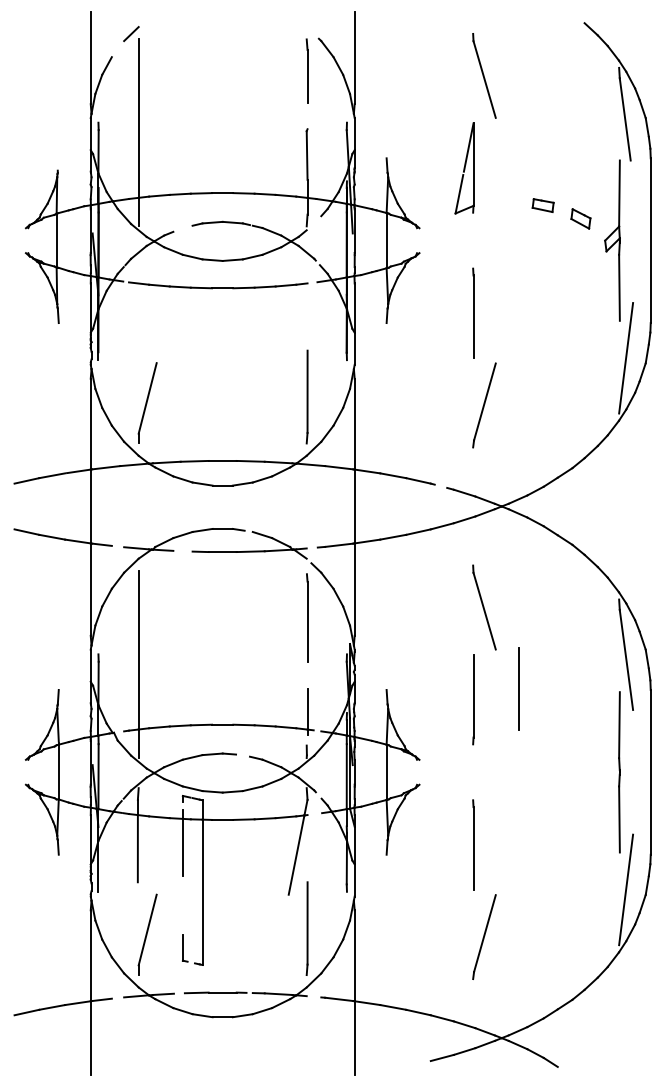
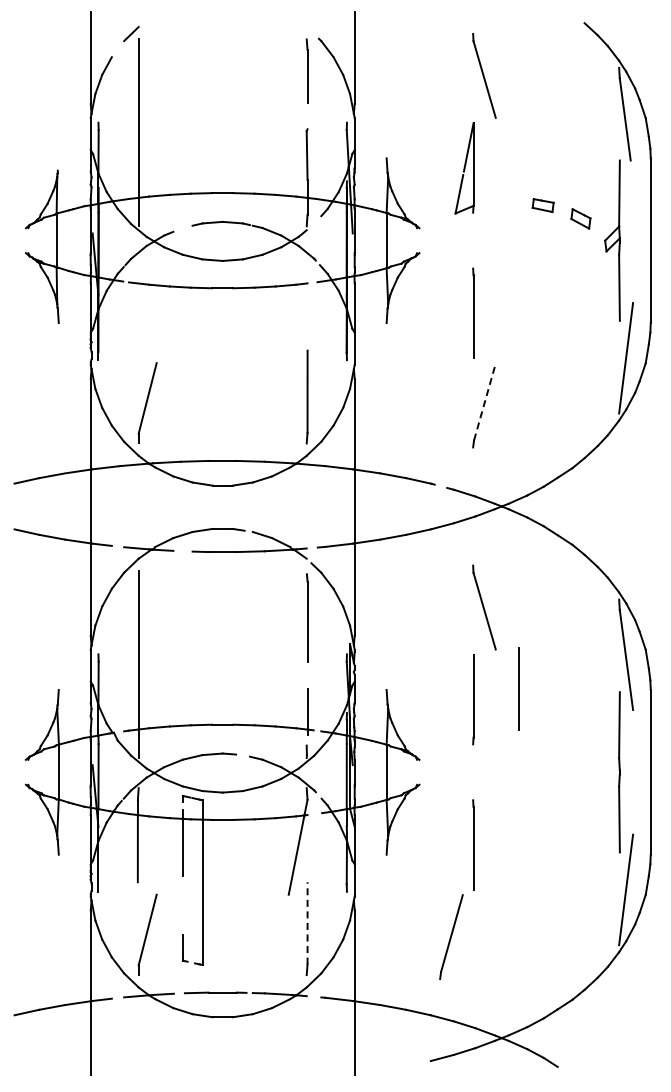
line at (484, 401): solid -> dashed
line at (307, 922): solid -> dashed
line at (484, 936) position: (484, 936) -> (451, 936)
